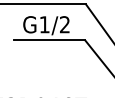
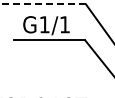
line at (43, 4): solid -> dashed
text at (64, 24): G1/2 -> G1/1
